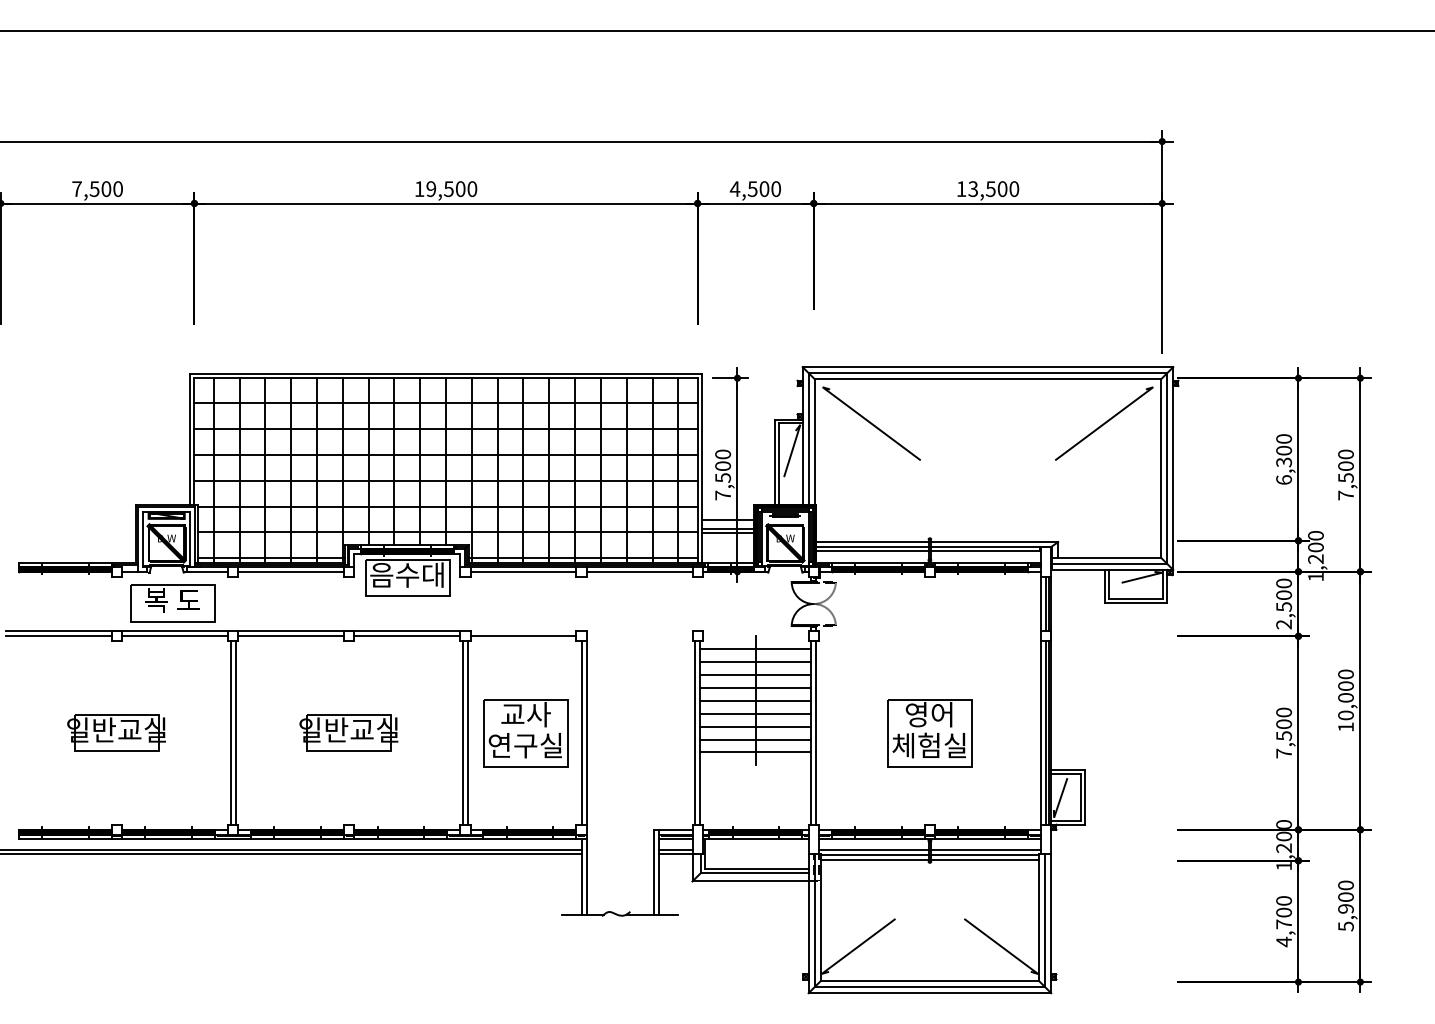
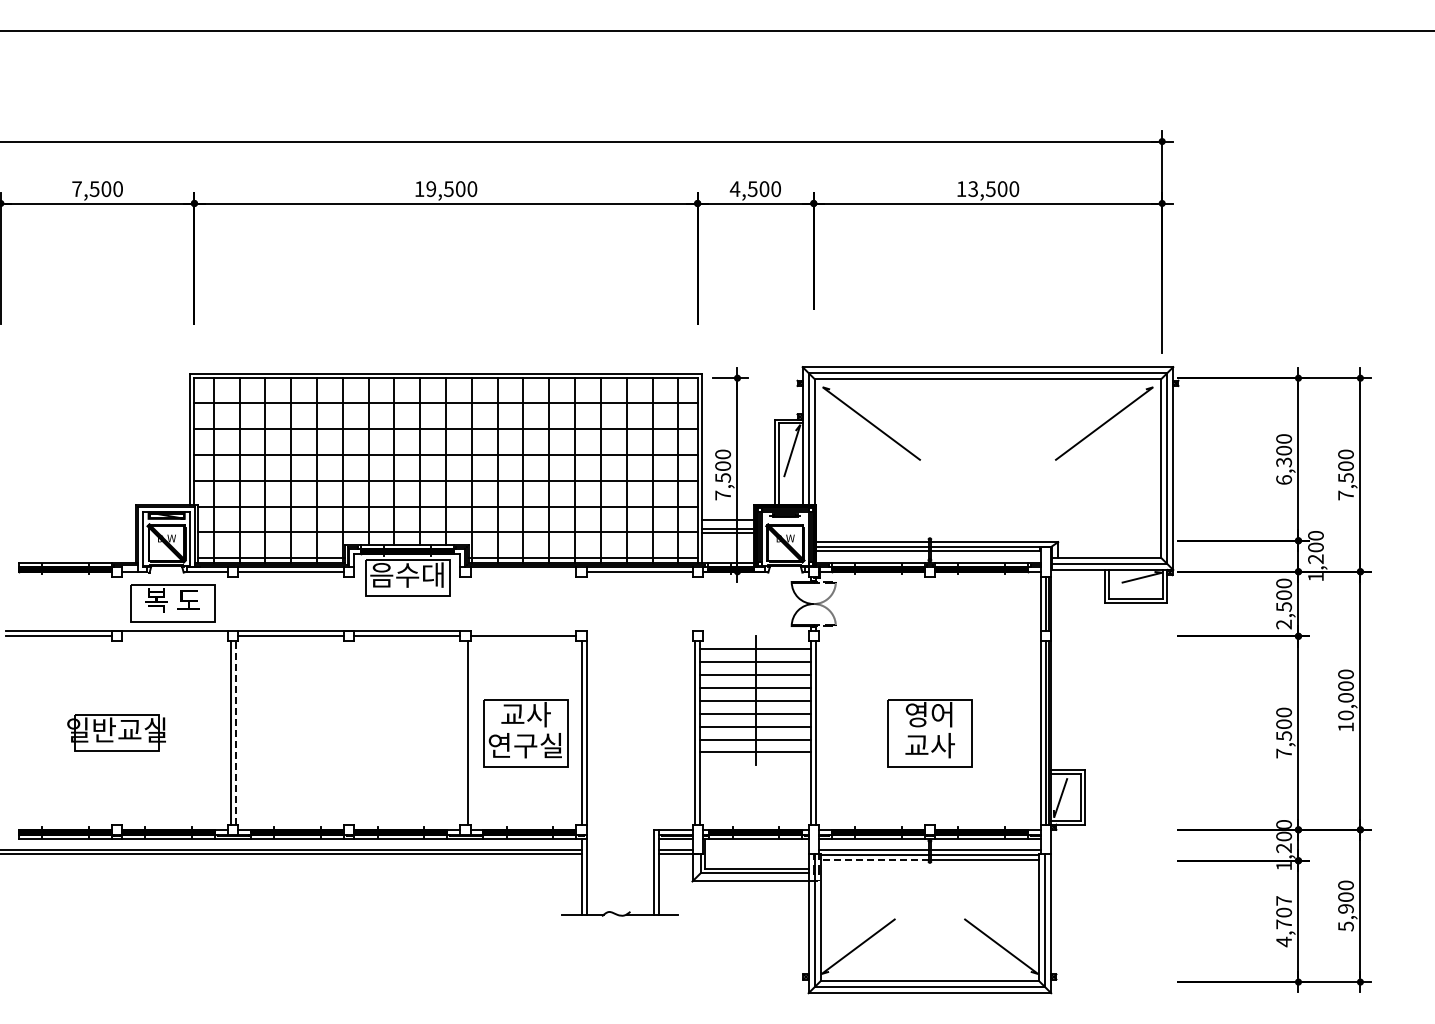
line at (523, 571): present -> none
line at (174, 636): present -> none
part at (348, 732): present -> none
line at (462, 732): present -> none
line at (235, 733): solid -> dashed
text at (928, 745): 체험실 -> 교사
line at (874, 859): solid -> dashed
text at (1284, 900): 4,700 -> 4,707
